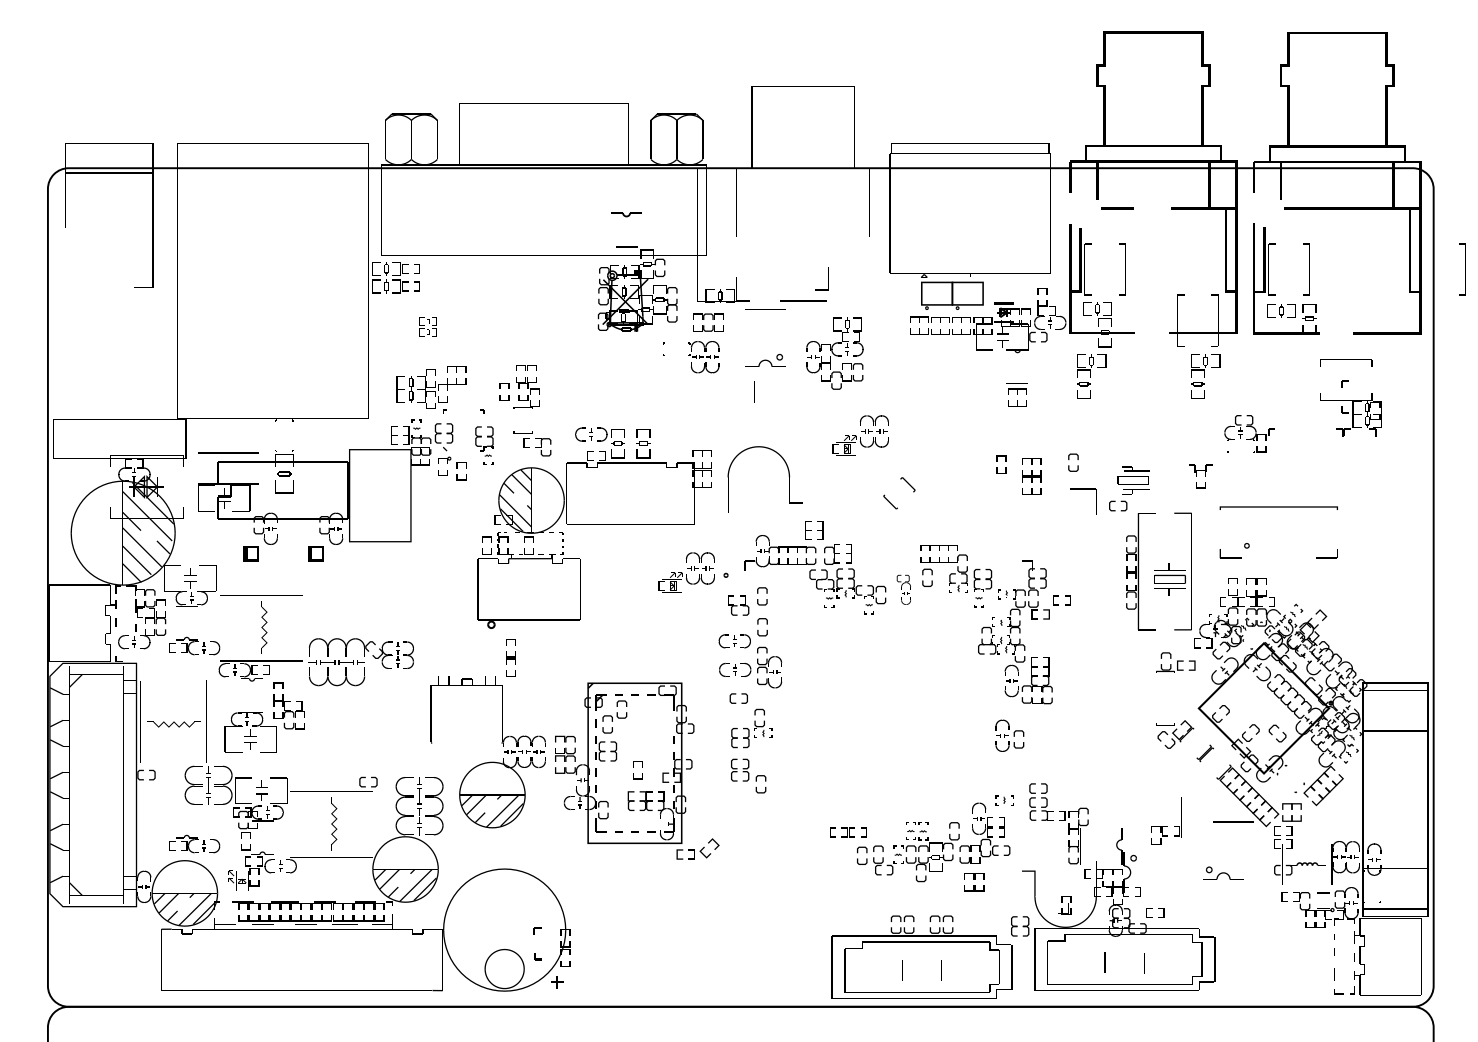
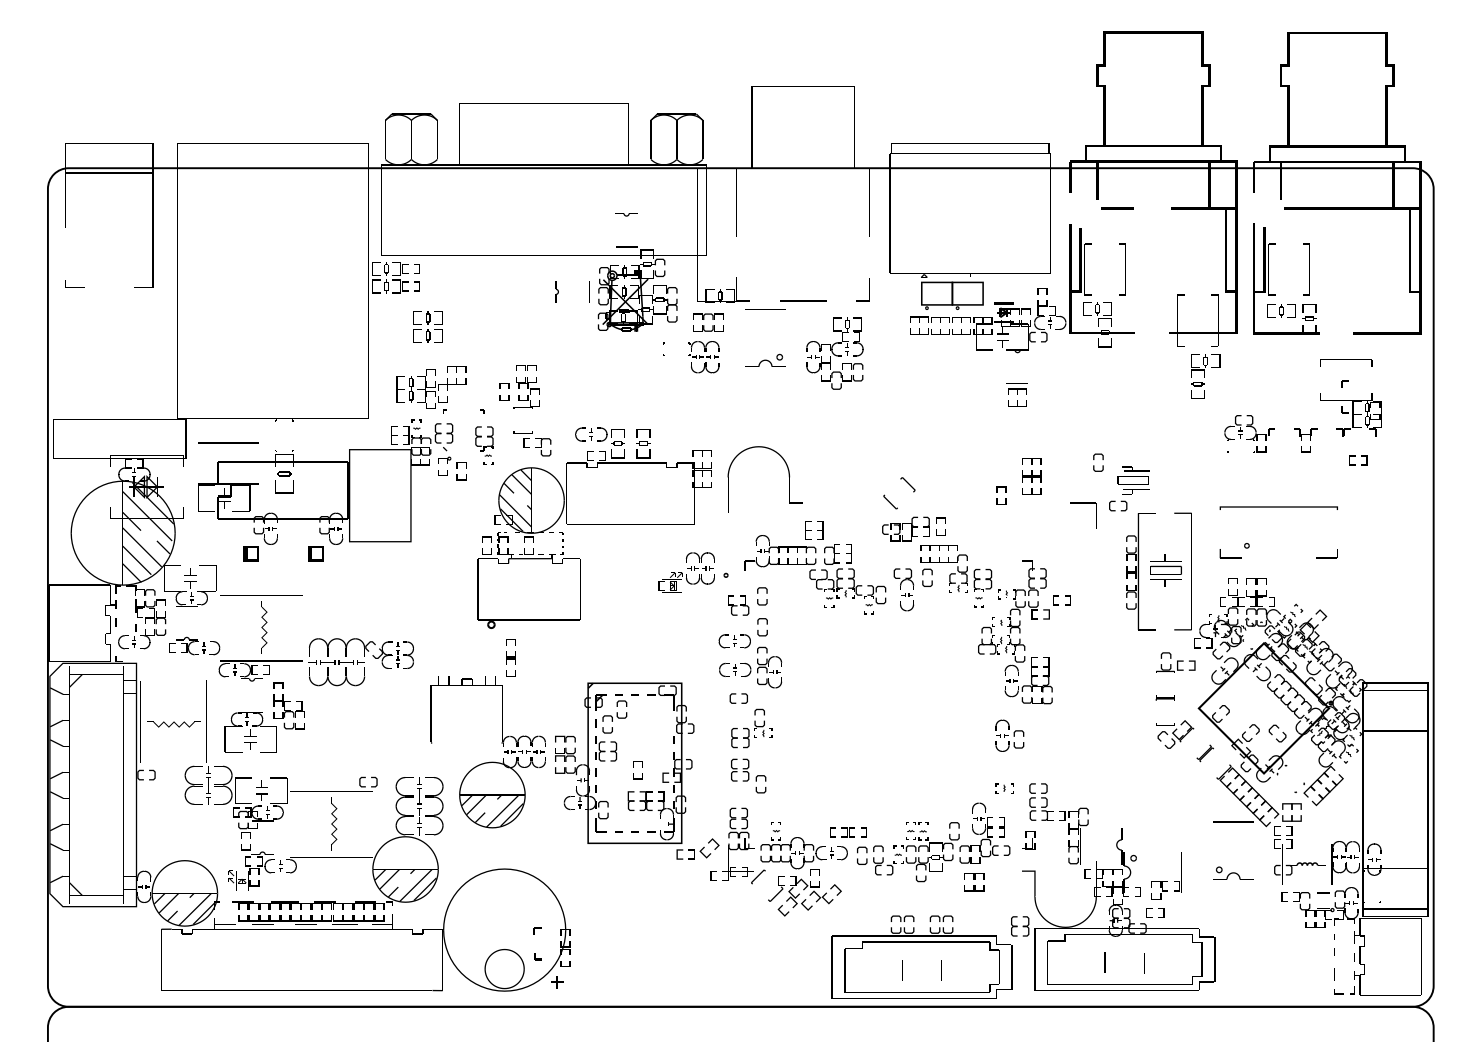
part at (626, 214) size: 31x6 px -> 23x4 px
part at (1462, 269): present -> none
line at (828, 278) position: (828, 278) -> (869, 289)
part at (74, 283): none -> present
part at (556, 291): none -> present
part at (427, 326) size: 18x20 px -> 30x32 px
part at (1091, 376): present -> none
line at (754, 391) position: (754, 391) -> (589, 291)
part at (860, 435): present -> none
line at (228, 452) position: (228, 452) -> (228, 442)
part at (1358, 460): none -> present
part at (1073, 462) position: (1073, 462) -> (1098, 462)
part at (1001, 464) position: (1001, 464) -> (1001, 495)
part at (1200, 476) position: (1200, 476) -> (1305, 440)
part at (1083, 489) position: (1083, 489) -> (1083, 503)
part at (913, 528): none -> present
part at (1169, 579) position: (1169, 579) -> (1165, 570)
part at (903, 589) size: 15x31 px -> 22x44 px
part at (1164, 697): none -> present
part at (1004, 800) position: (1004, 800) -> (1004, 788)
part at (1166, 820) position: (1166, 820) -> (1166, 875)
part at (194, 843): present -> none
part at (778, 861): none -> present
part at (1223, 872) position: (1223, 872) -> (1233, 872)
part at (1064, 905) position: (1064, 905) -> (1028, 840)
